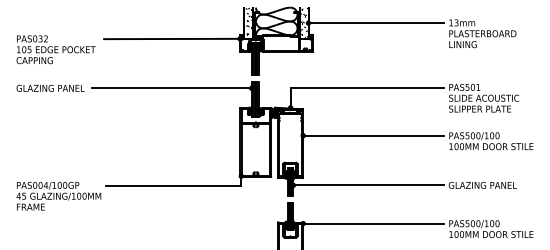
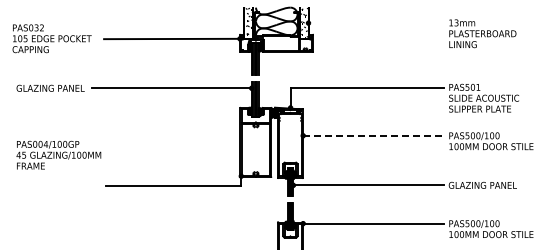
line at (376, 23): present -> none
text at (55, 49) position: (55, 49) -> (51, 38)
line at (374, 135): solid -> dashed
text at (58, 195) position: (58, 195) -> (58, 154)
